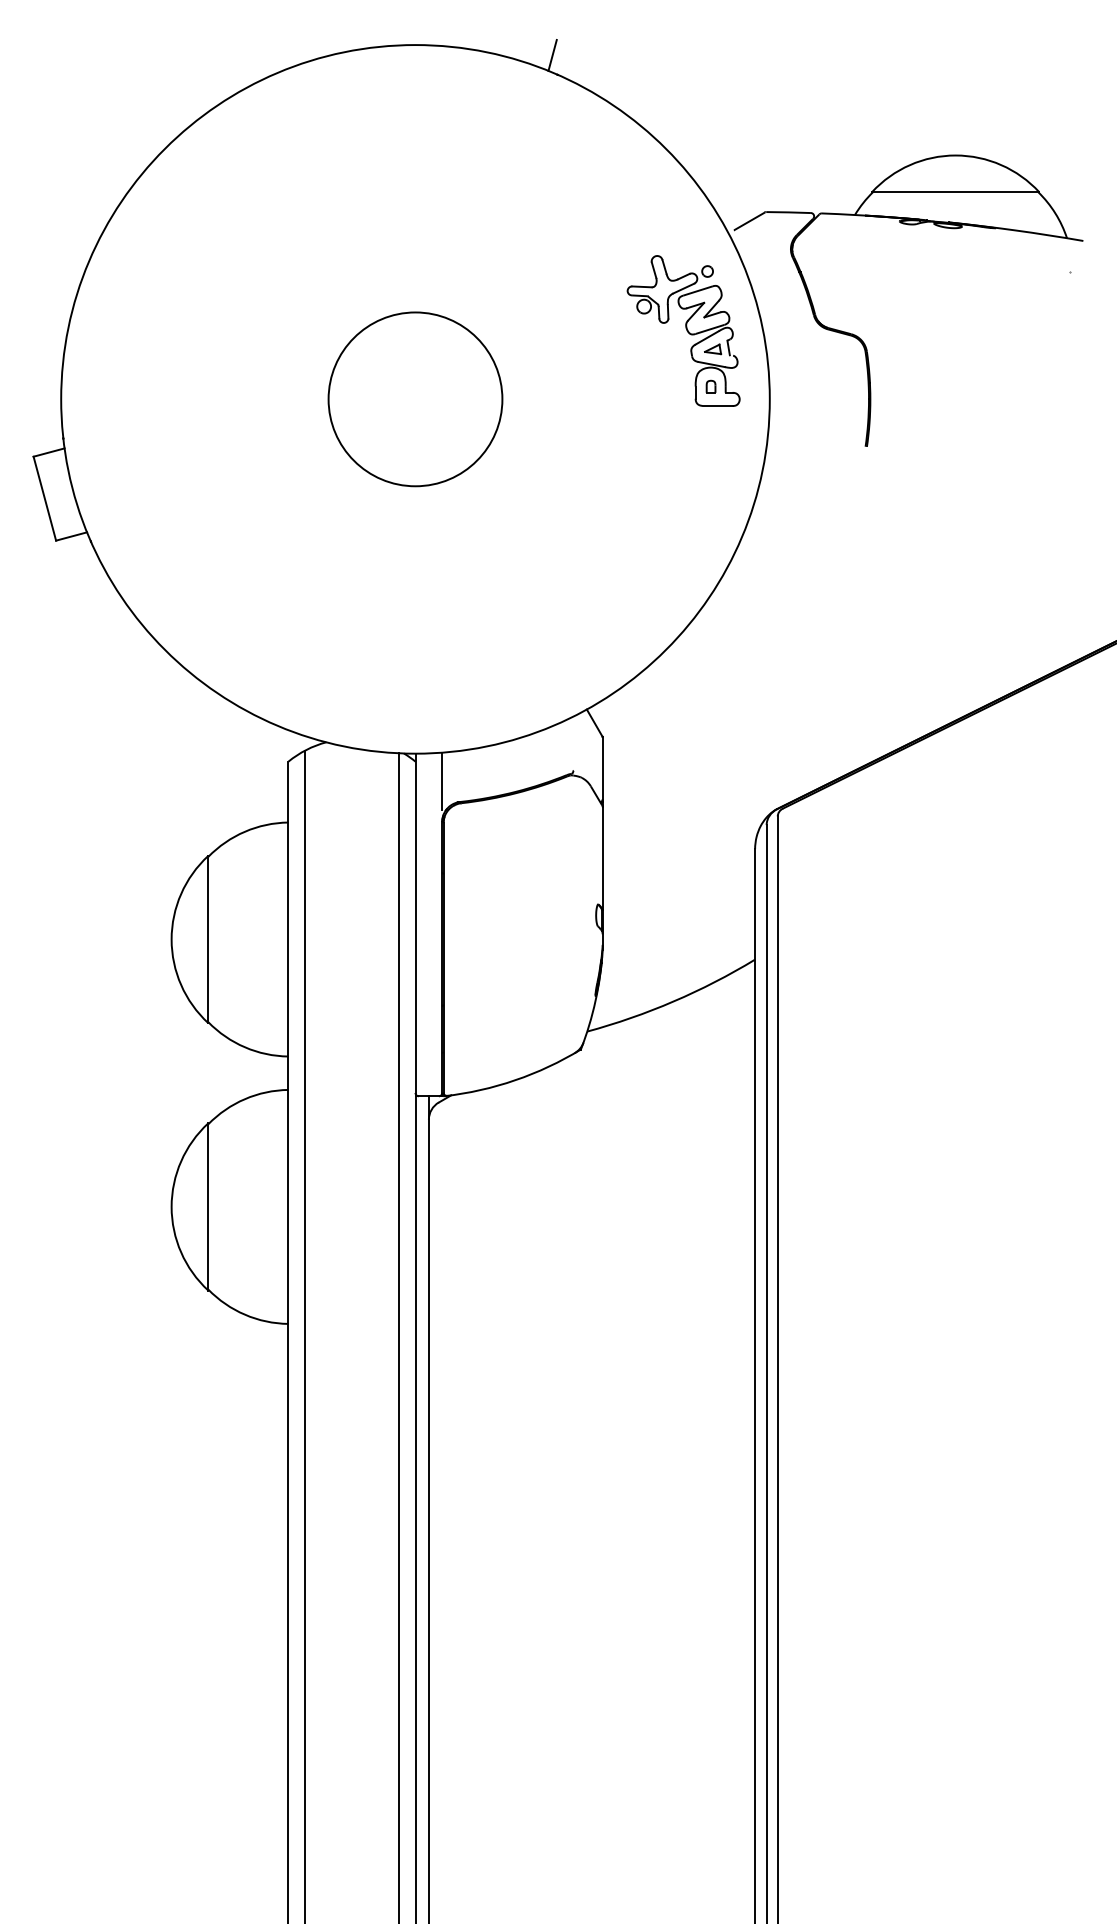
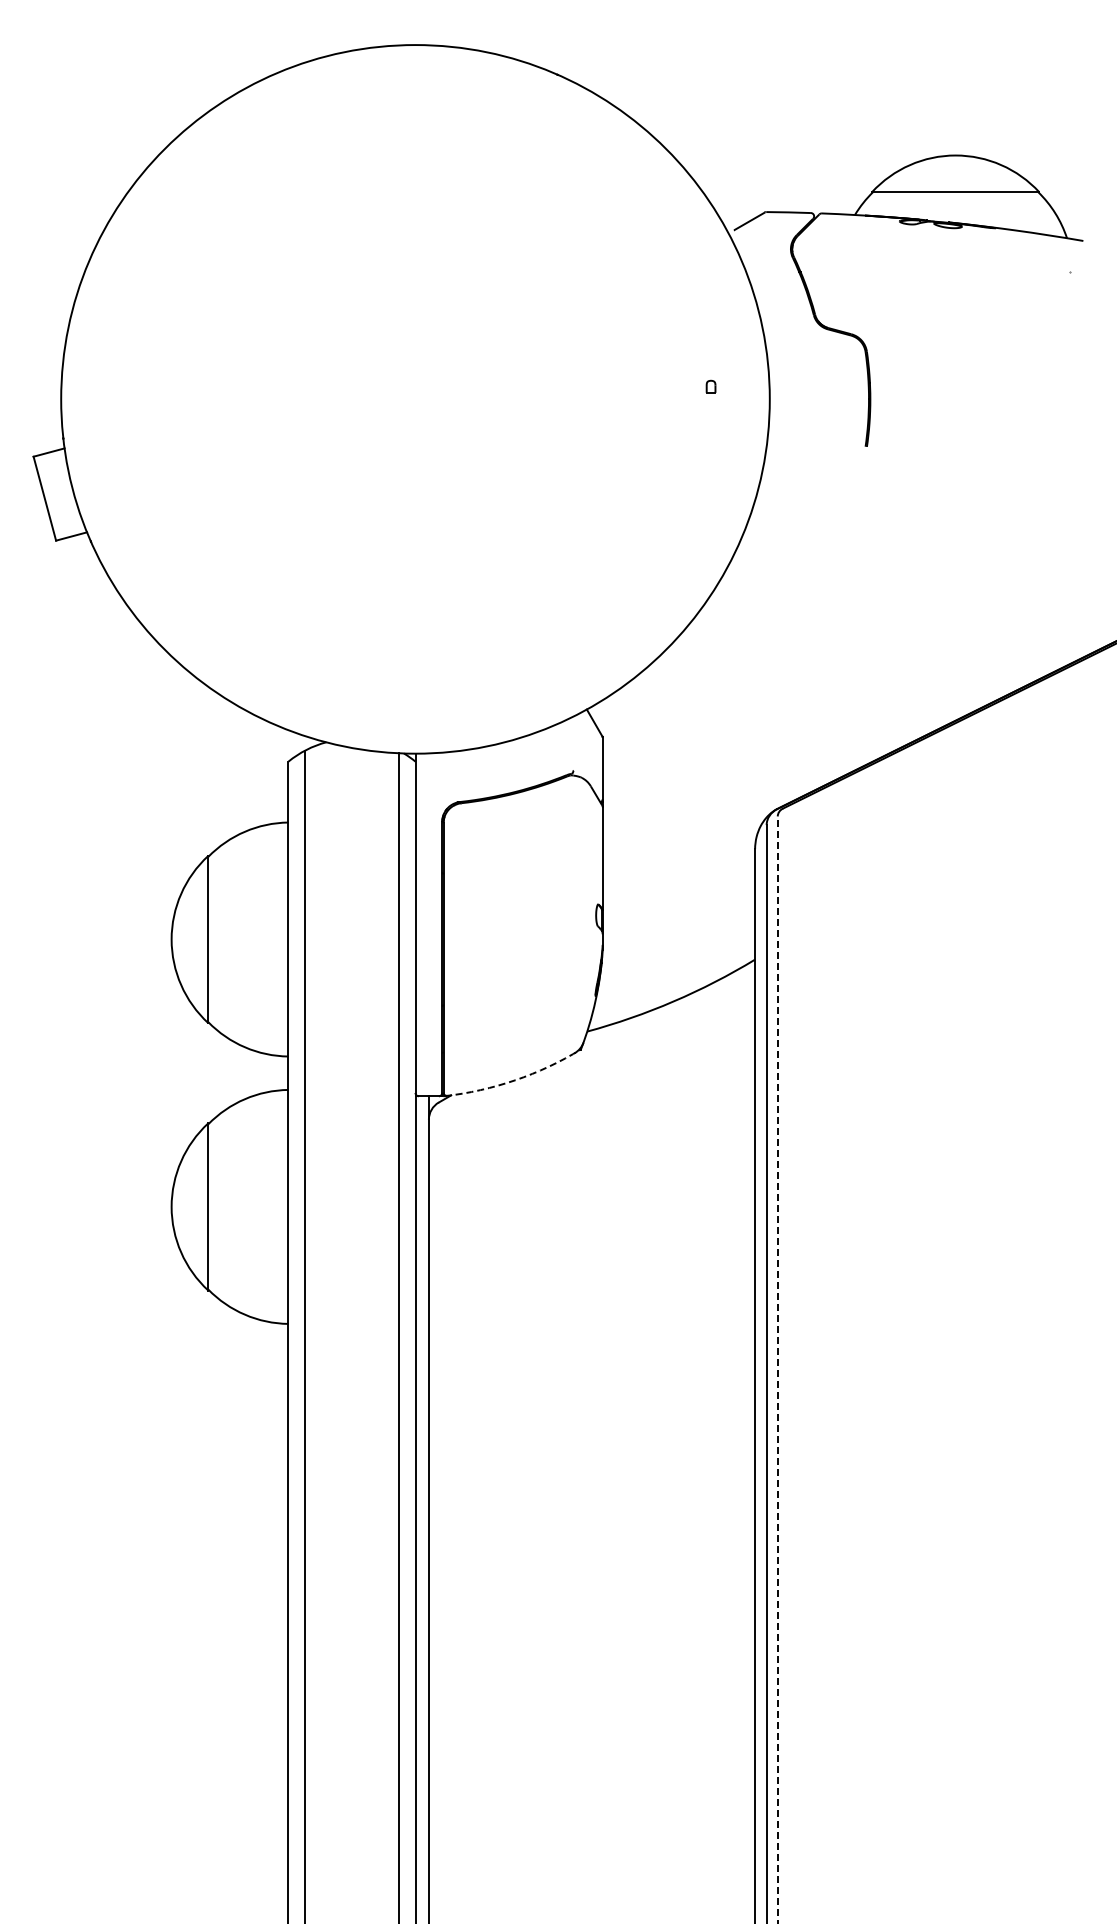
line at (552, 54): present -> none
part at (683, 330): present -> none
circle at (415, 399): present -> none
line at (442, 780): present -> none
arc at (515, 1080): solid -> dashed
line at (777, 1369): solid -> dashed
